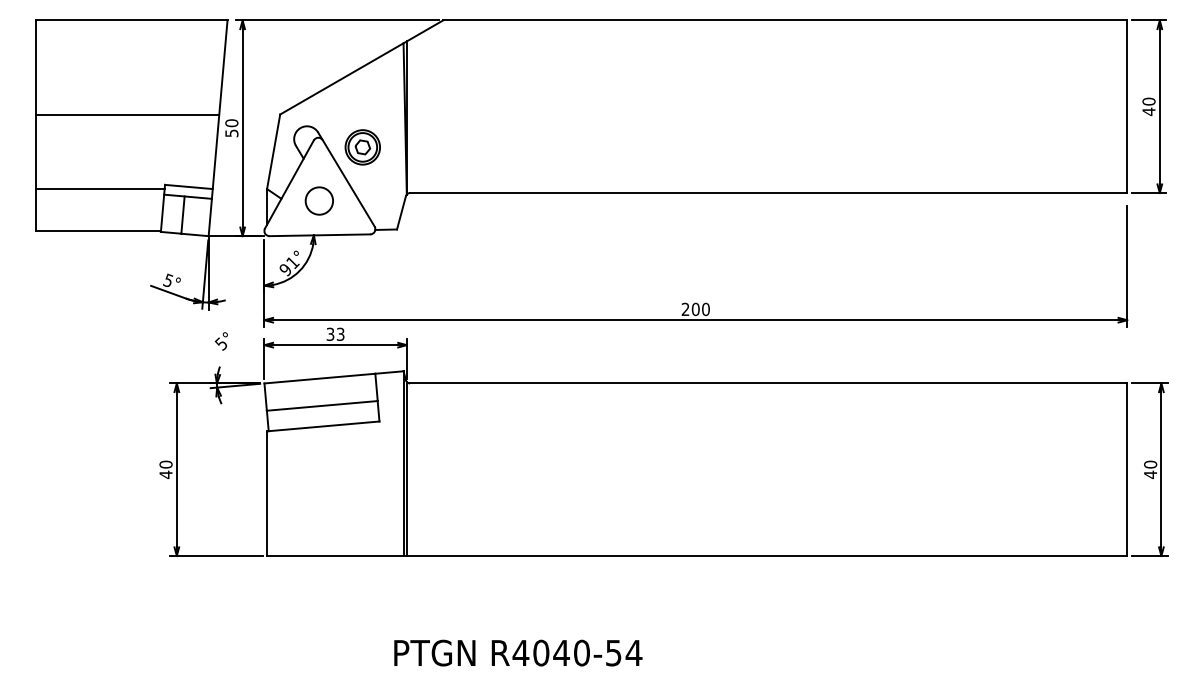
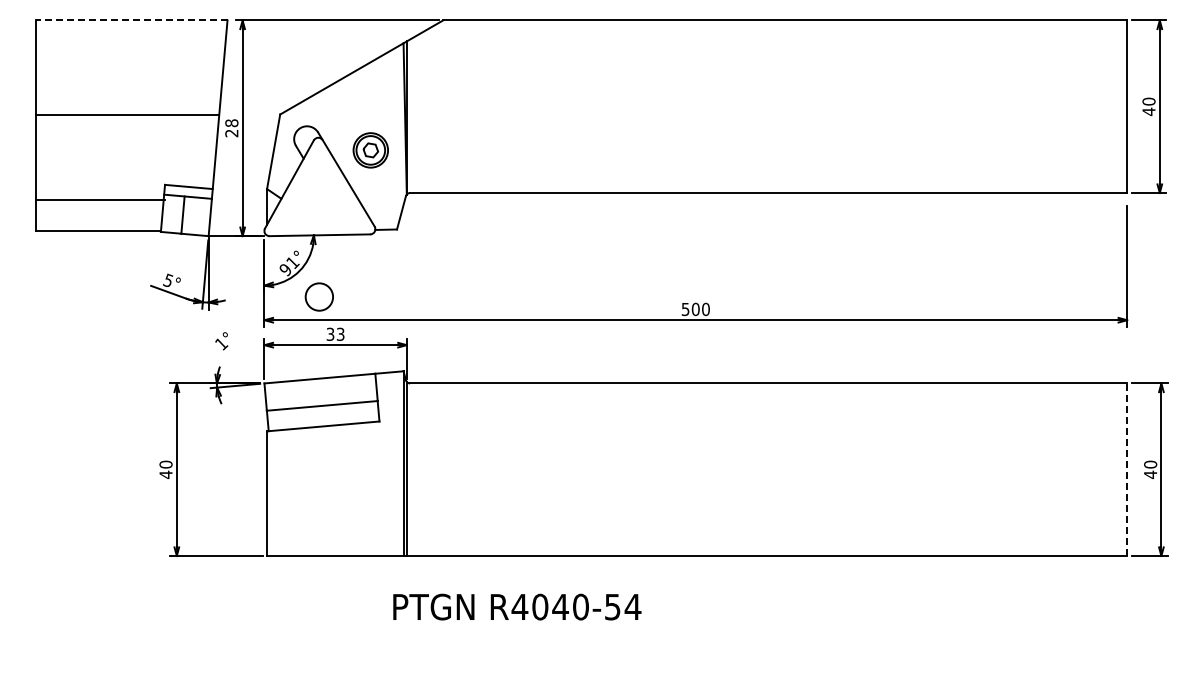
line at (131, 20): solid -> dashed
text at (231, 128): 50 -> 28
part at (362, 147) position: (362, 147) -> (370, 150)
line at (100, 189) position: (100, 189) -> (100, 200)
circle at (318, 200) position: (318, 200) -> (318, 296)
text at (685, 309): 200 -> 500
text at (221, 343): 5° -> 1°
line at (1127, 469): solid -> dashed
text at (518, 652) position: (518, 652) -> (517, 606)
